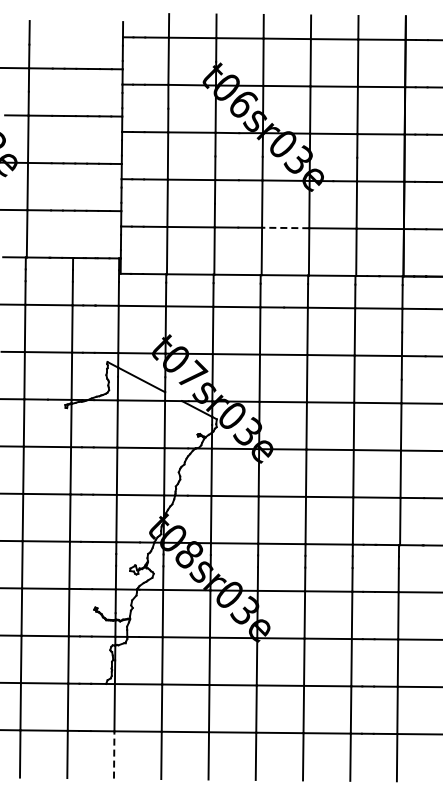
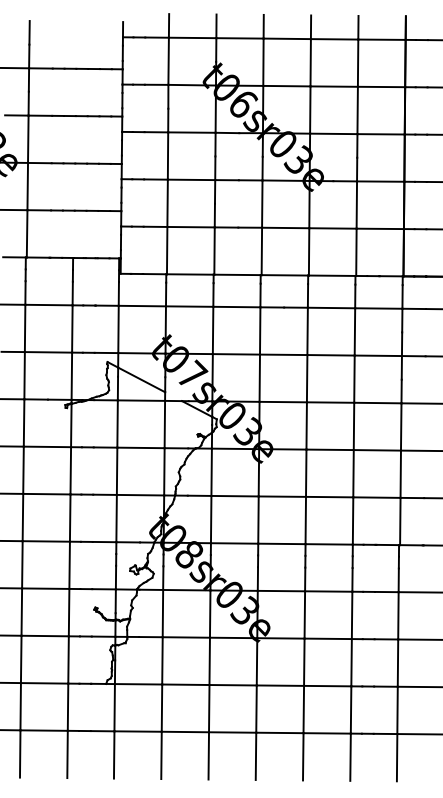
line at (285, 228): dashed -> solid
line at (114, 754): dashed -> solid
